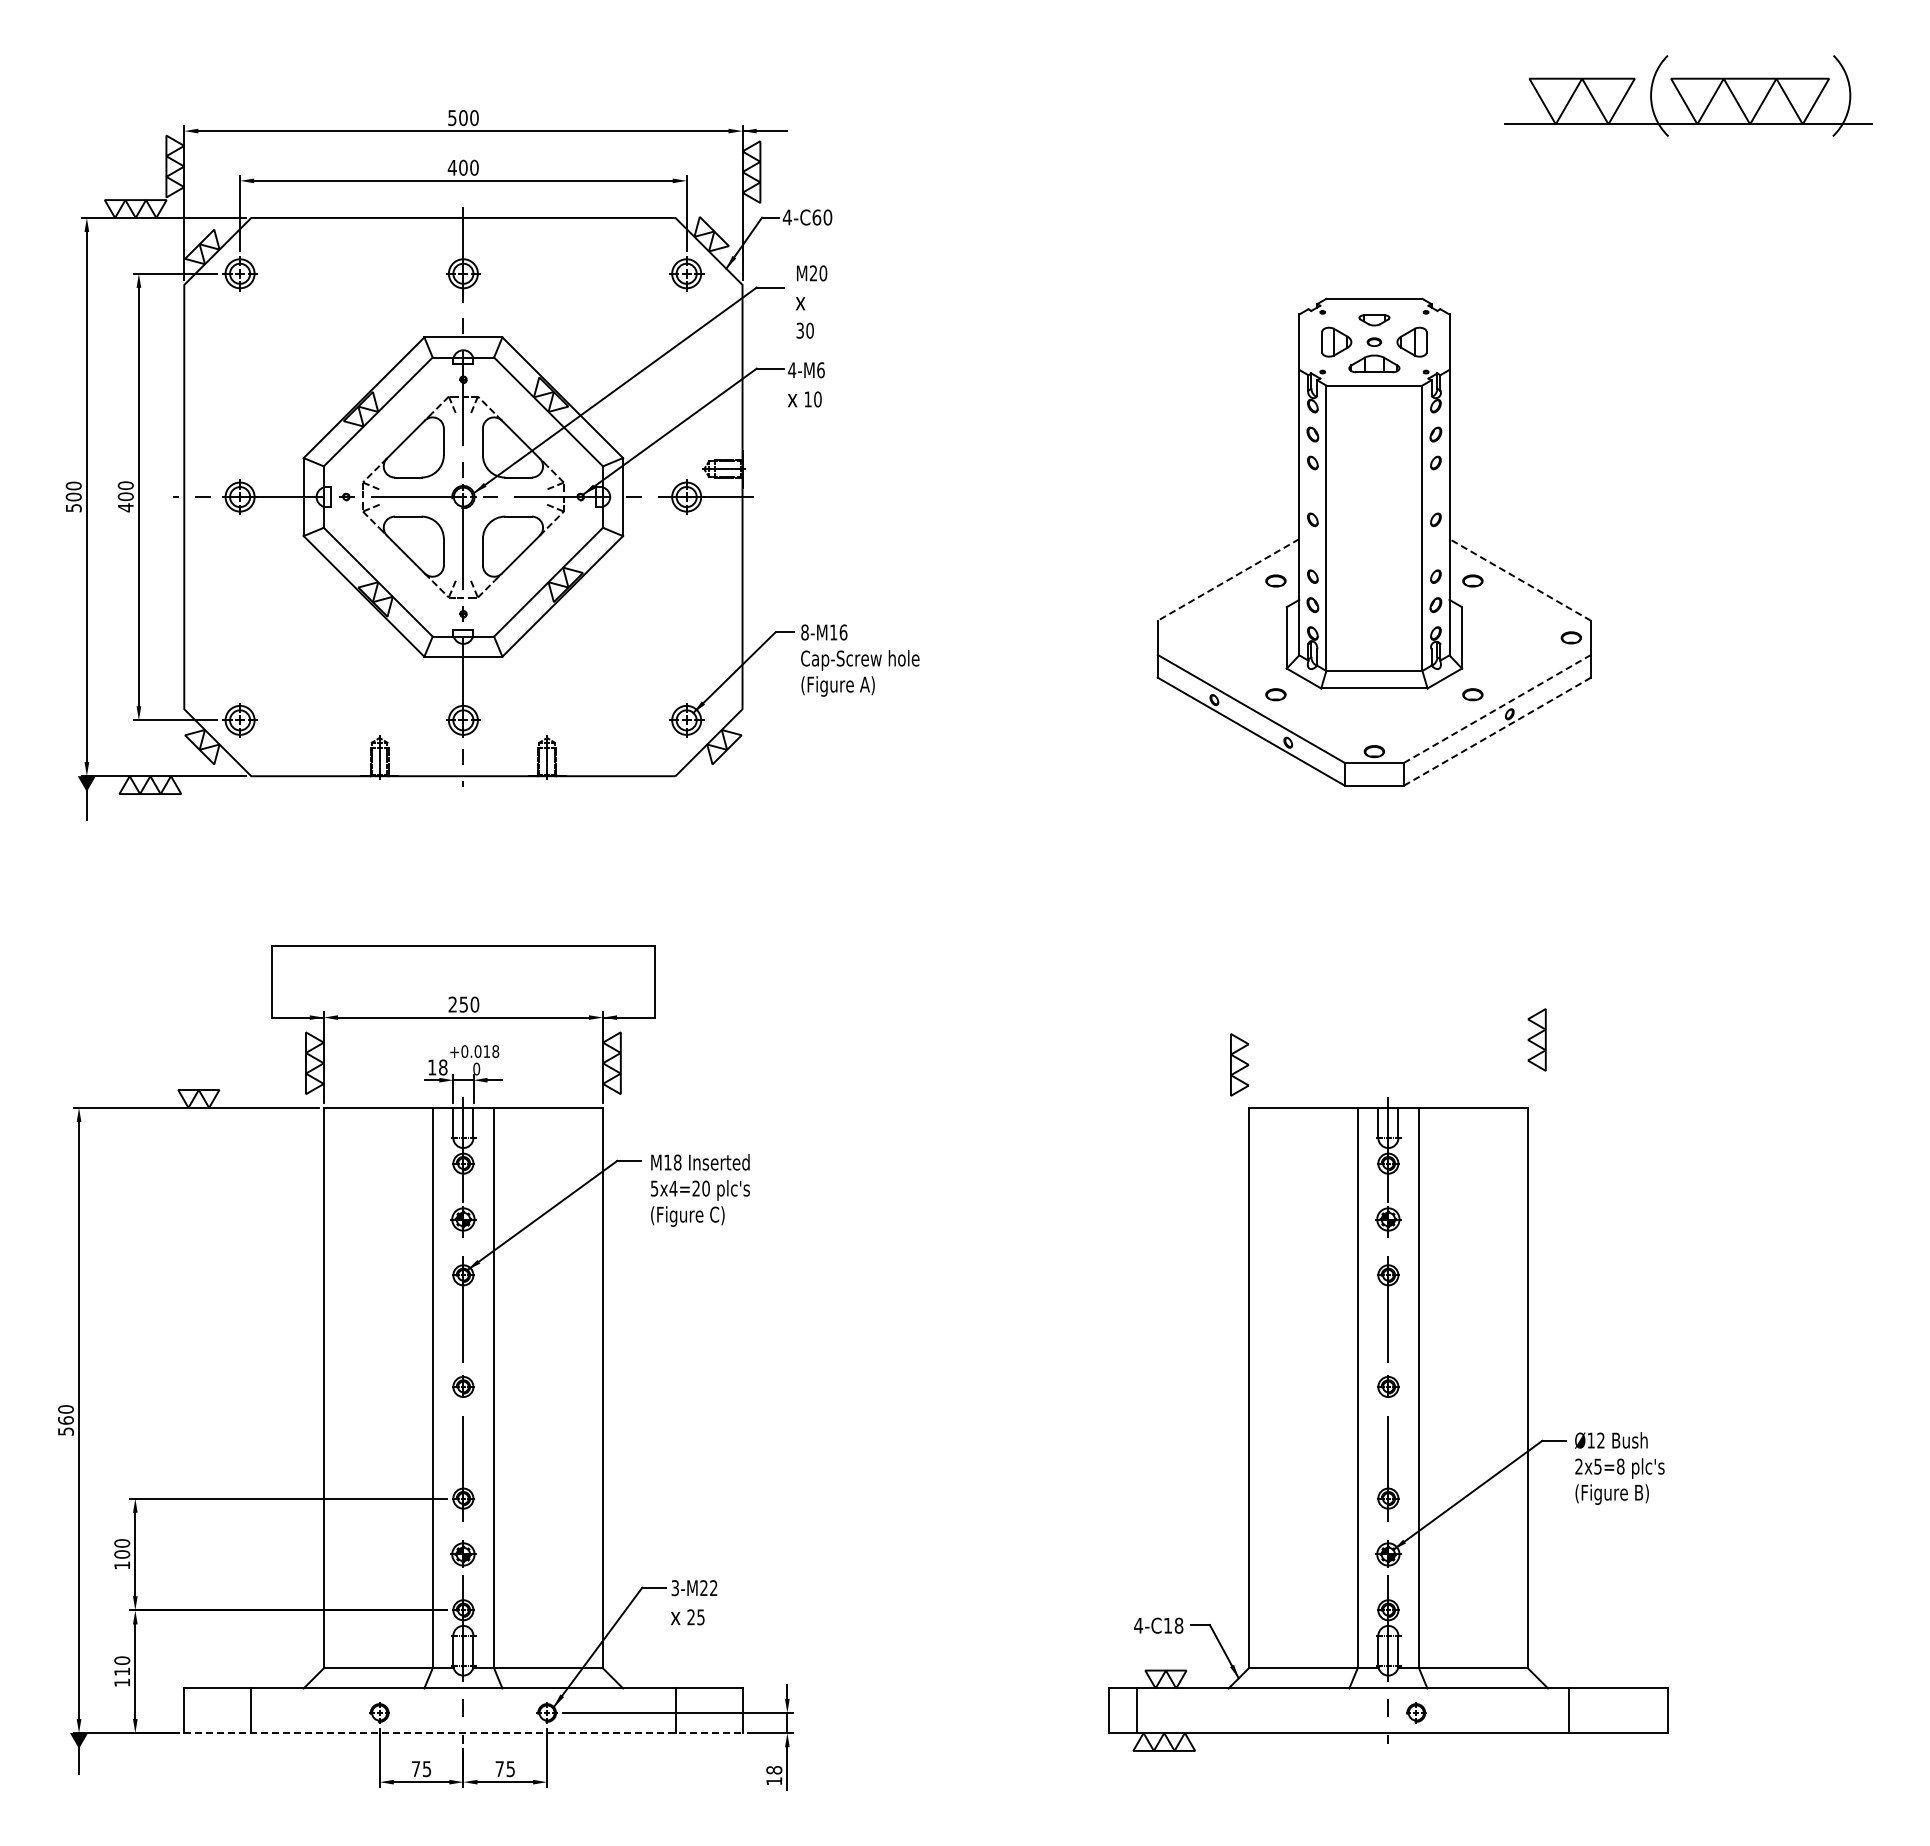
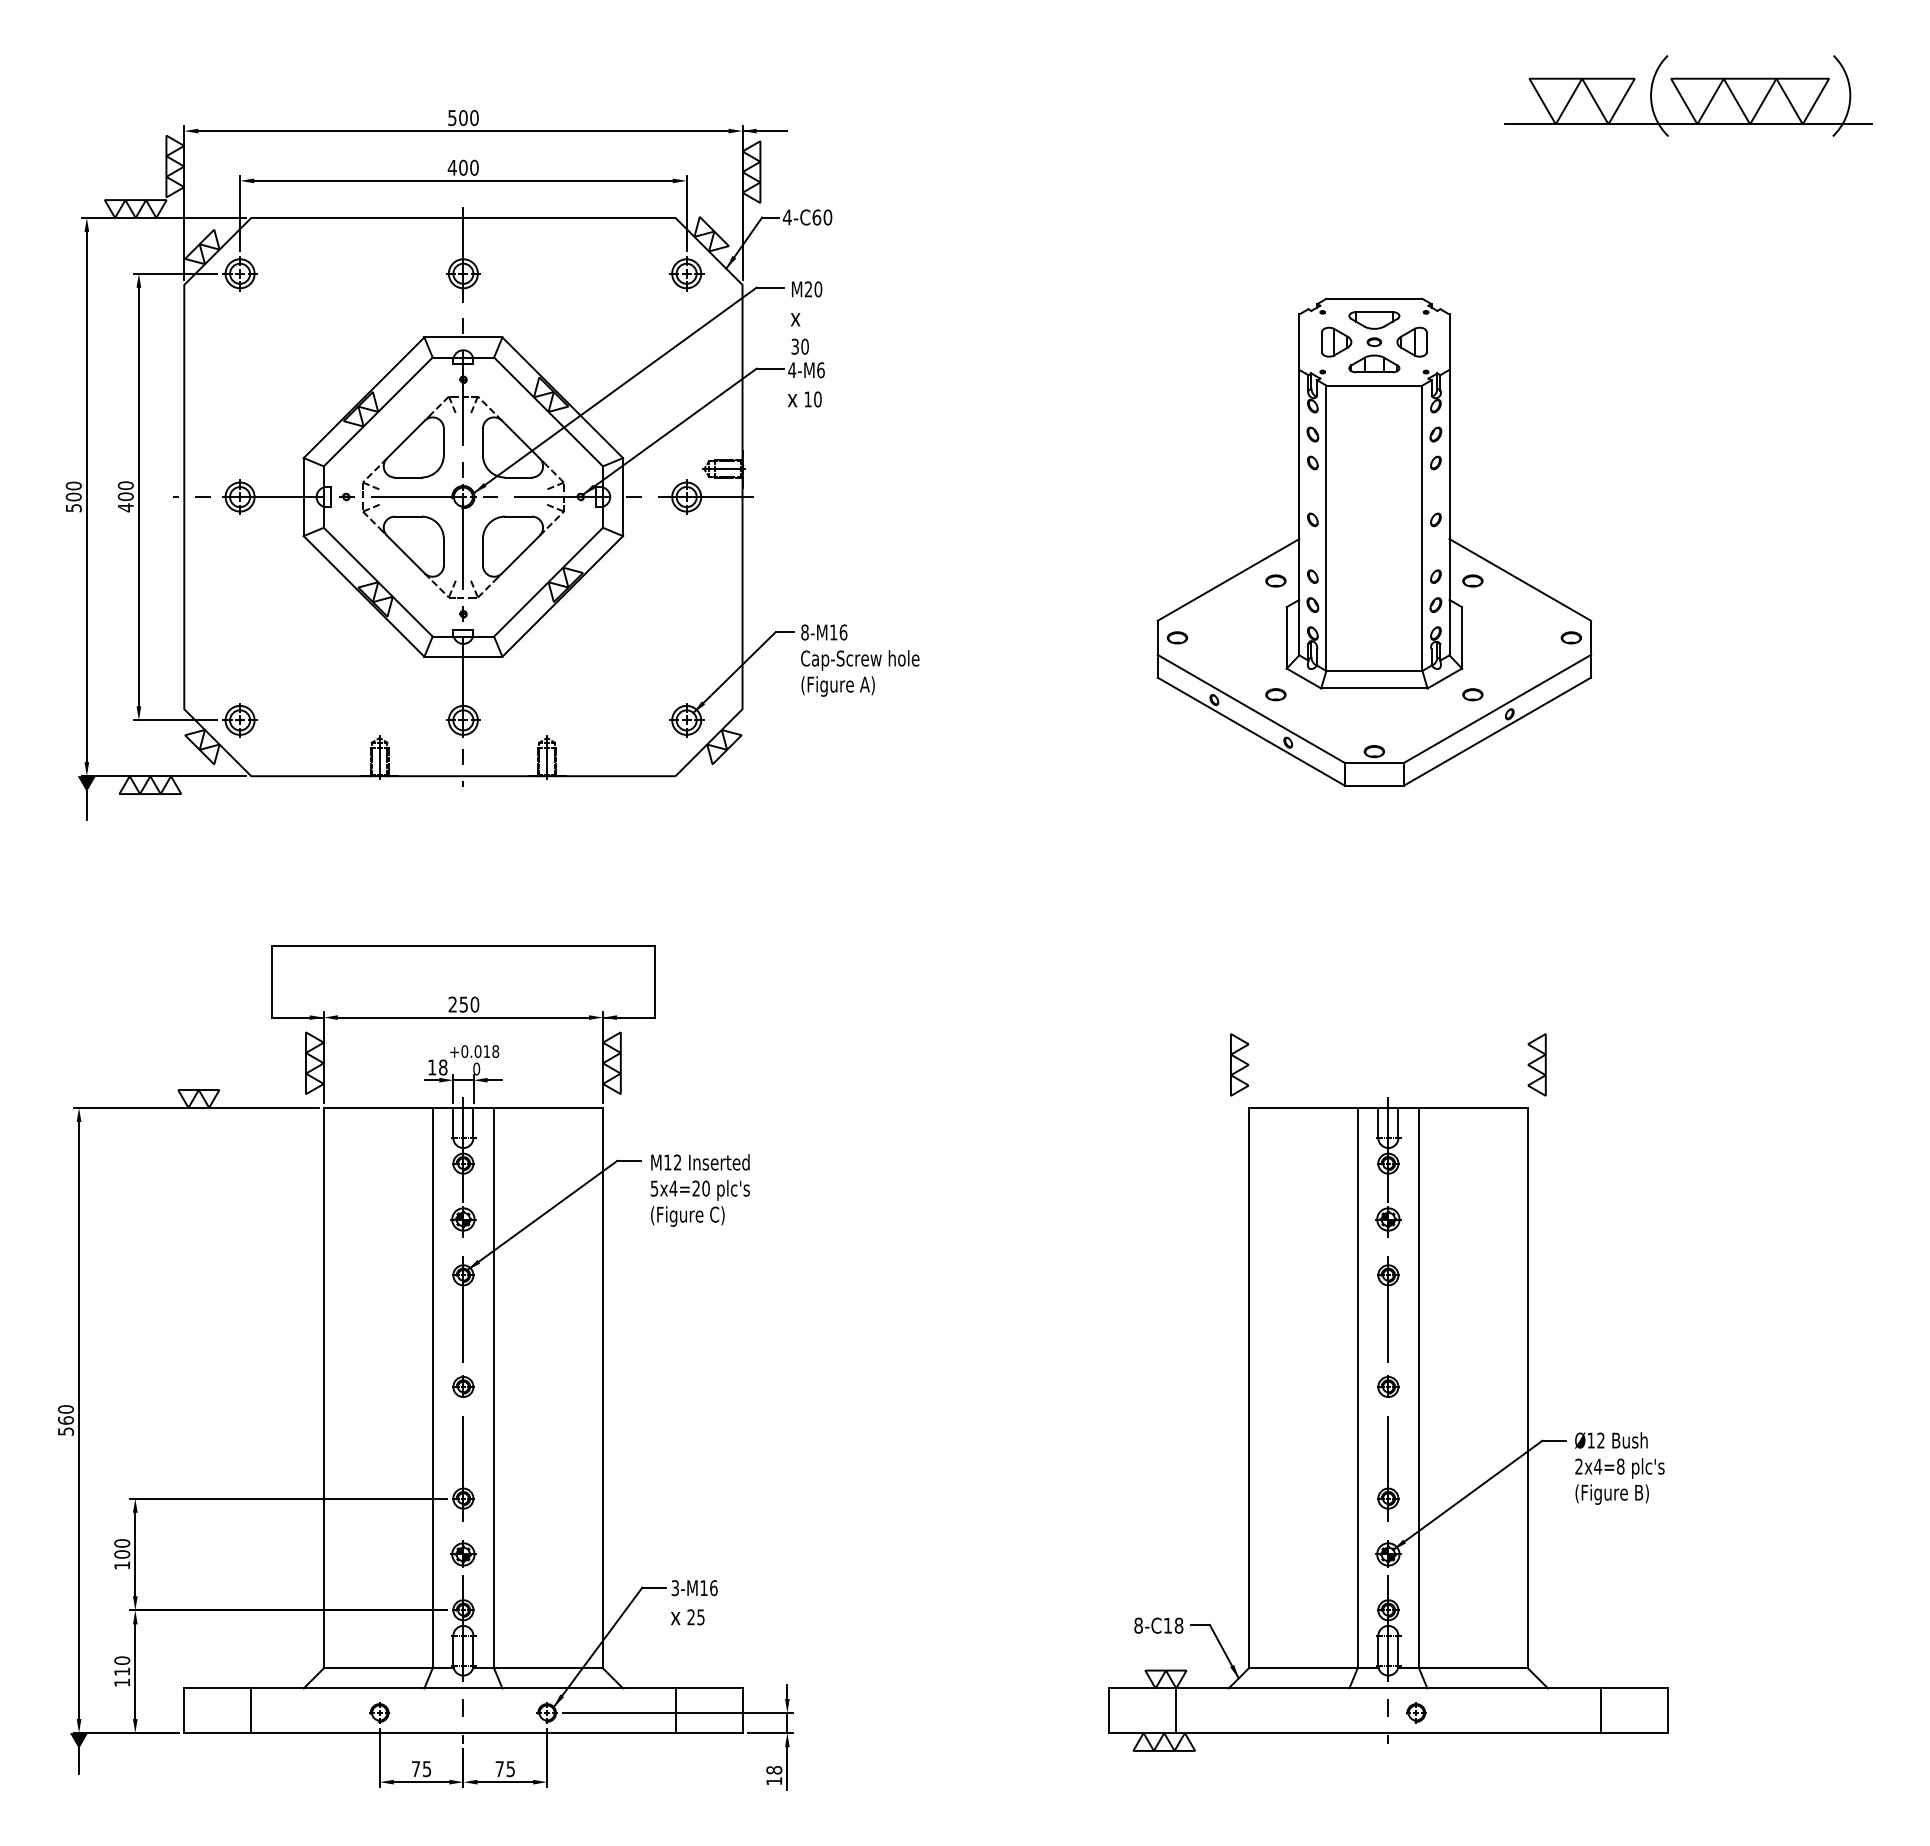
text at (811, 301) position: (811, 301) -> (806, 317)
part at (1374, 320) size: 33x13 px -> 53x19 px
line at (1228, 579): dashed -> solid
line at (1520, 579): dashed -> solid
part at (1177, 637): none -> present
line at (1497, 708): dashed -> solid
line at (1497, 731): dashed -> solid
part at (1536, 1039) position: (1536, 1039) -> (1536, 1064)
text at (677, 1162): M18 -> M12
text at (1597, 1466): 2x5=8 -> 2x4=8
text at (708, 1588): 3-M22 -> 3-M16
text at (1138, 1625): 4-C18 -> 8-C18
line at (1137, 1710) position: (1137, 1710) -> (1176, 1710)
line at (1568, 1710) position: (1568, 1710) -> (1600, 1710)
line at (463, 1733): dashed -> solid
